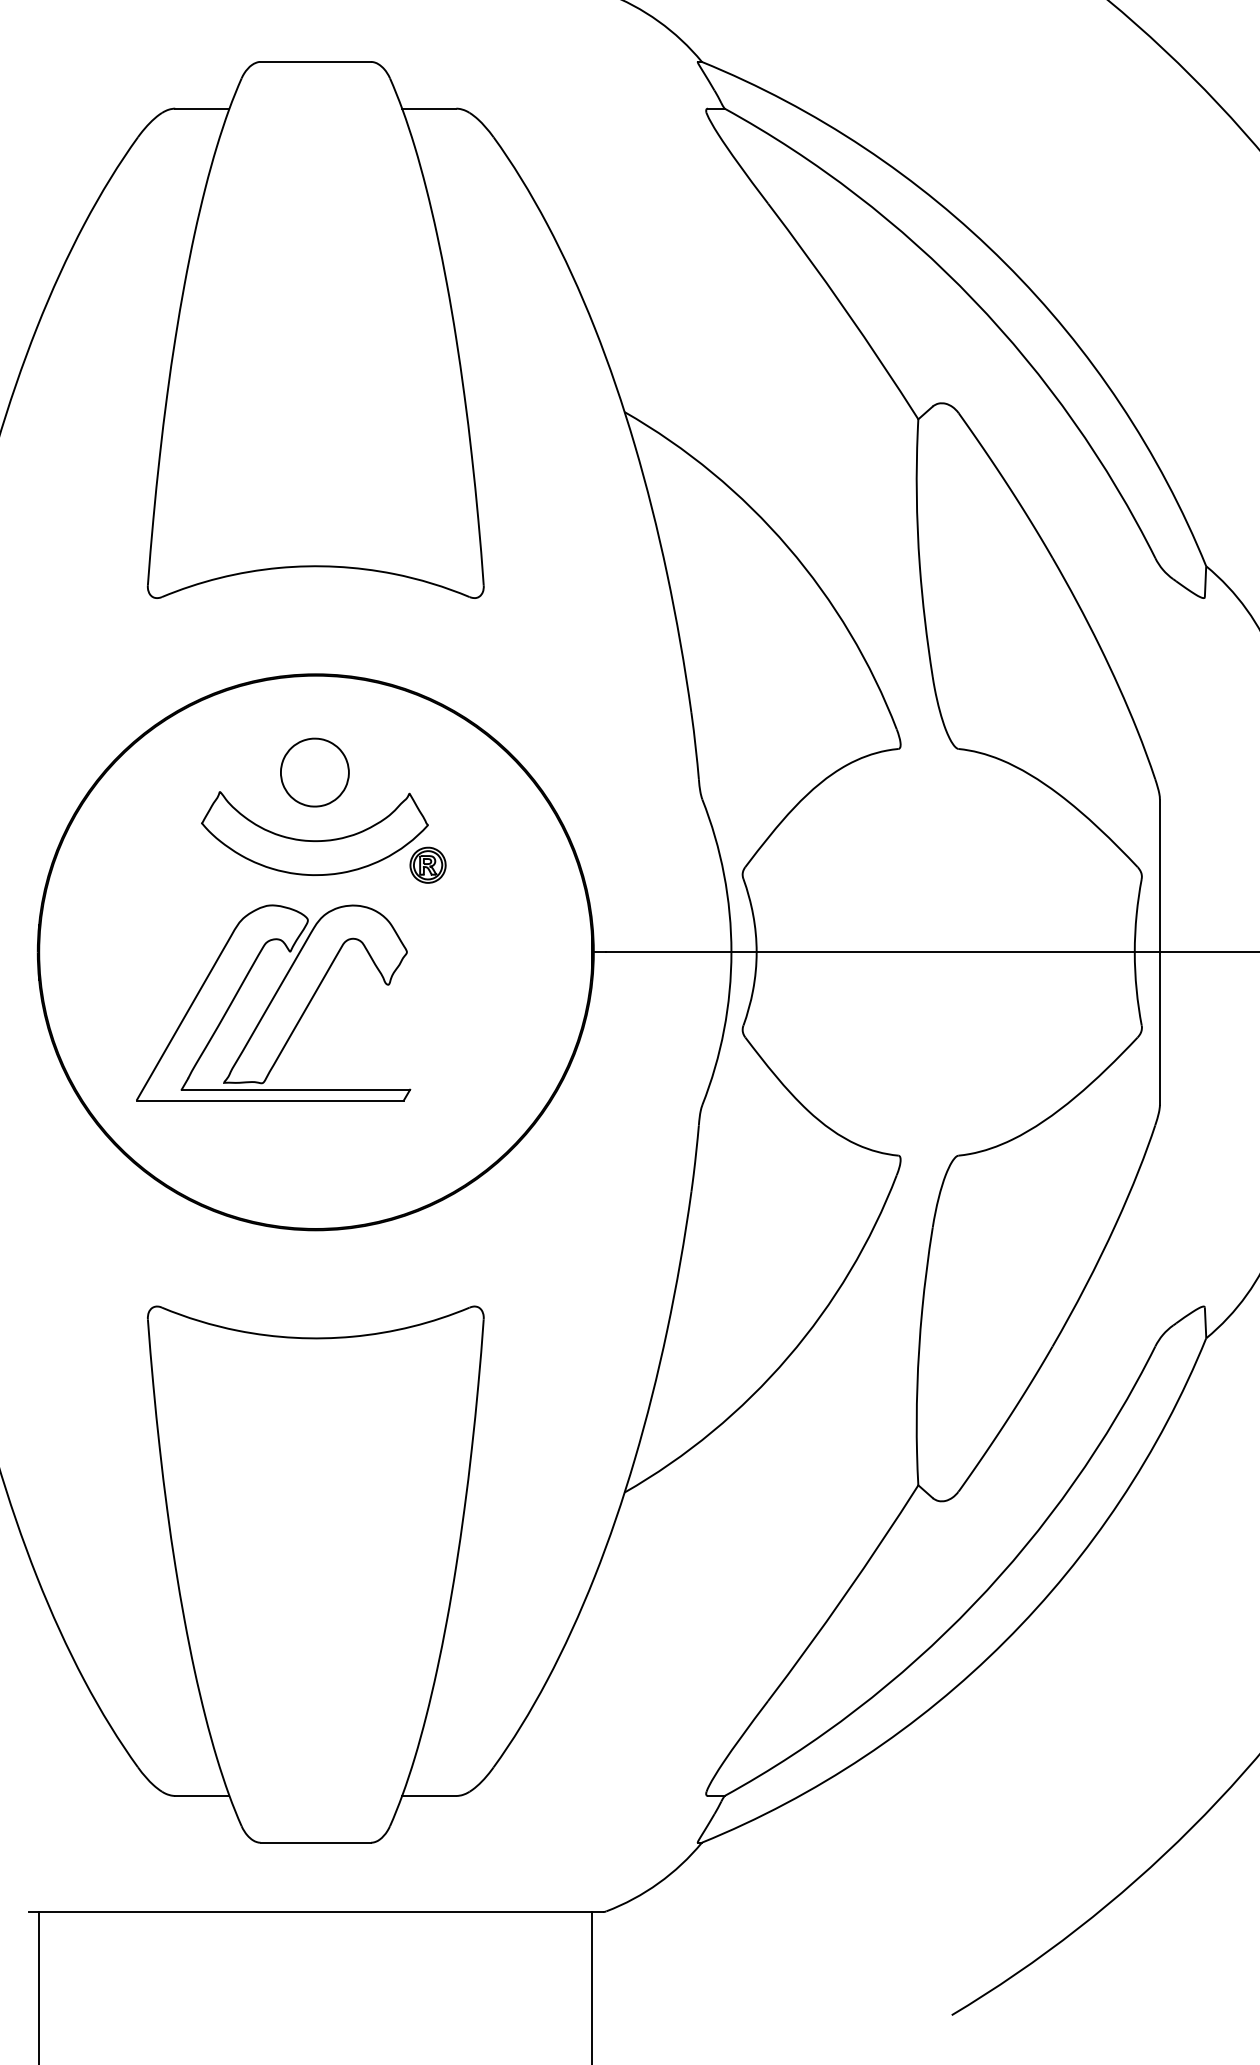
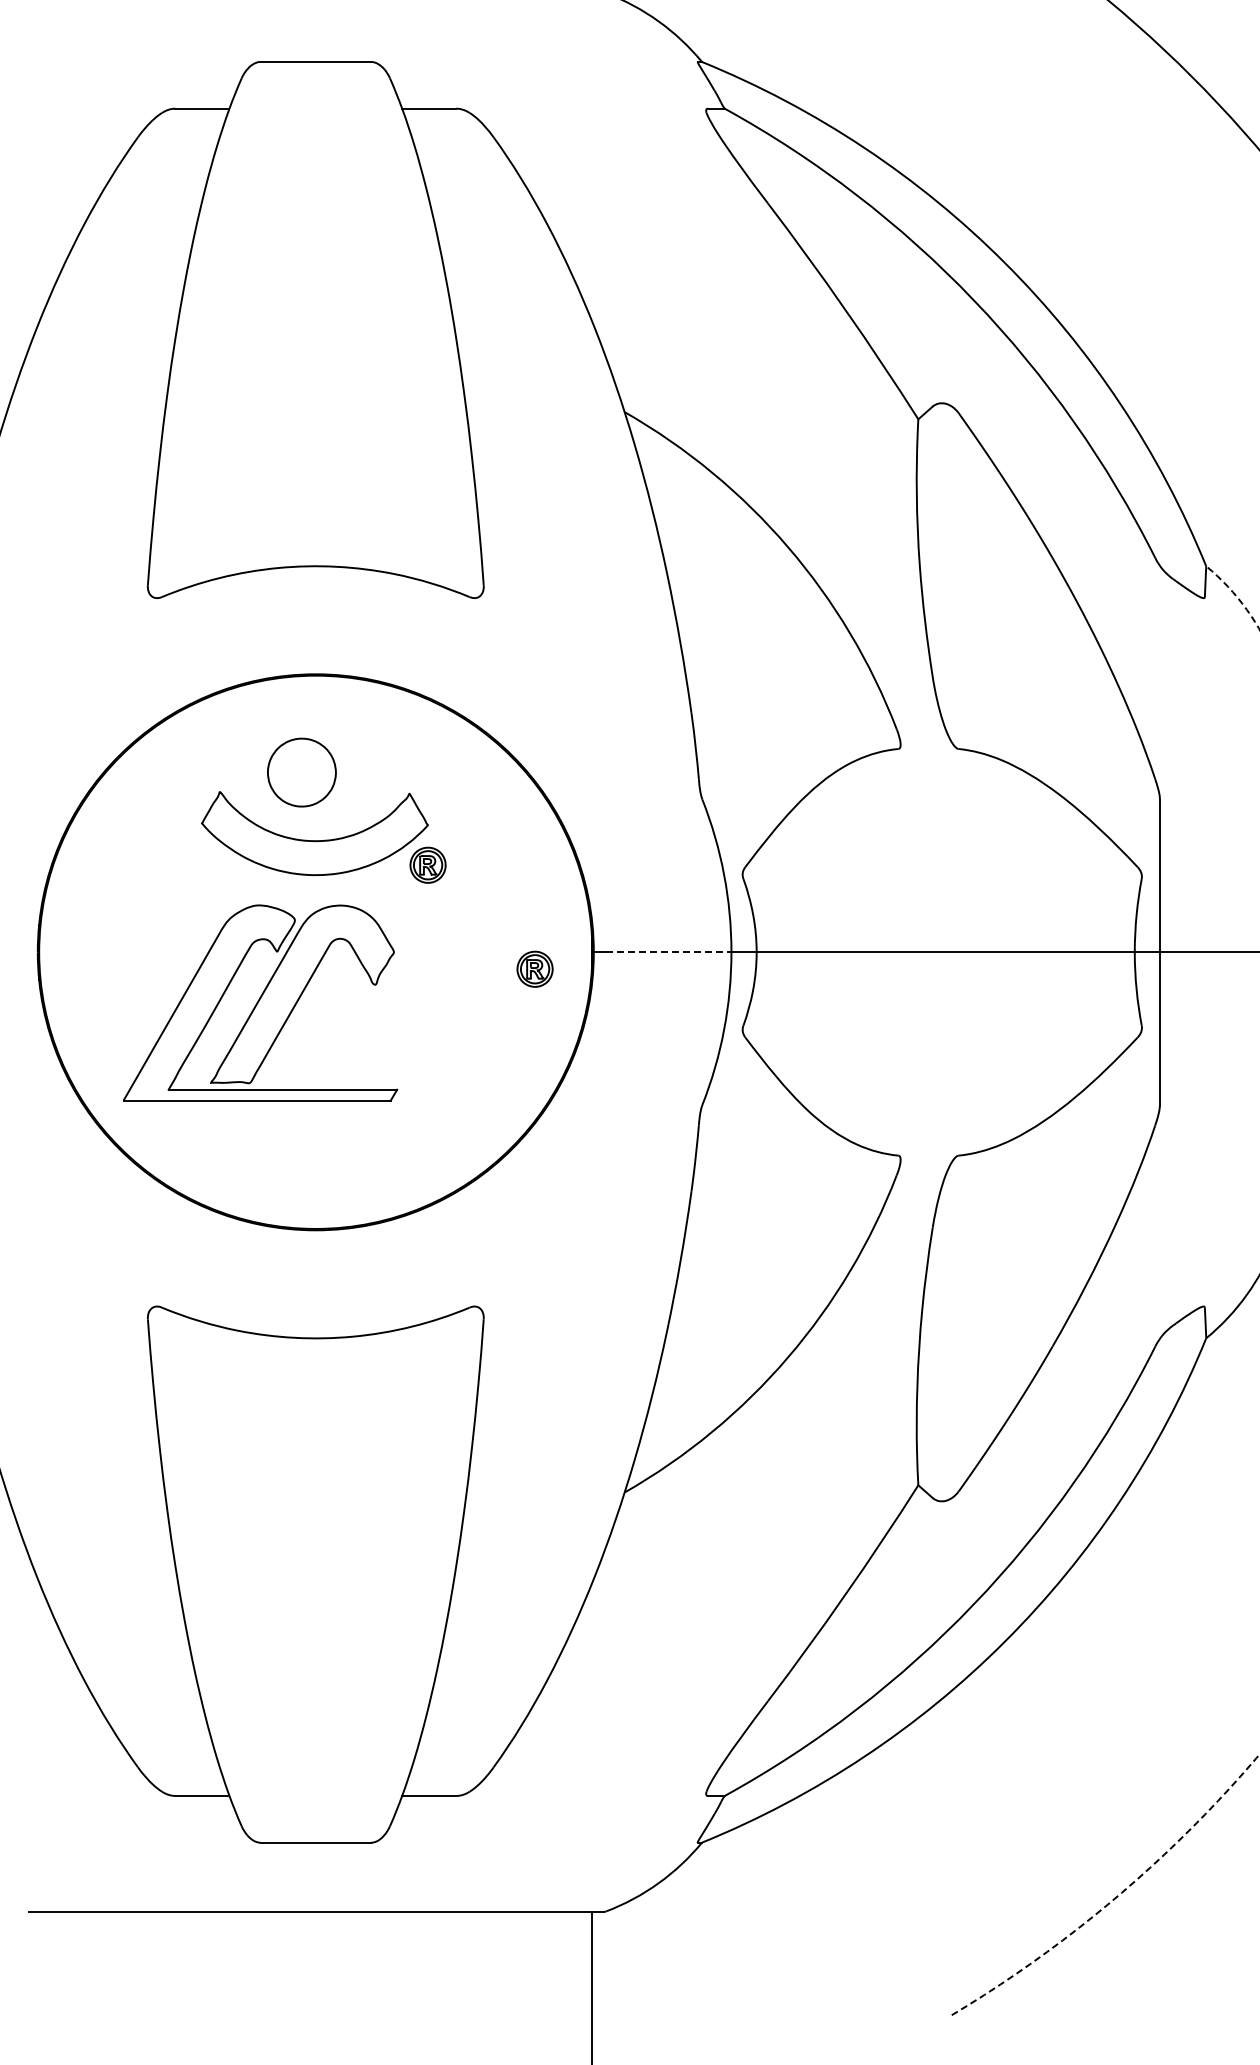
arc at (1235, 595): solid -> dashed
part at (314, 772) position: (314, 772) -> (301, 772)
line at (668, 952): solid -> dashed
part at (534, 968): none -> present
part at (273, 1002) position: (273, 1002) -> (260, 1002)
arc at (1117, 1896): solid -> dashed
line at (39, 1986): present -> none
